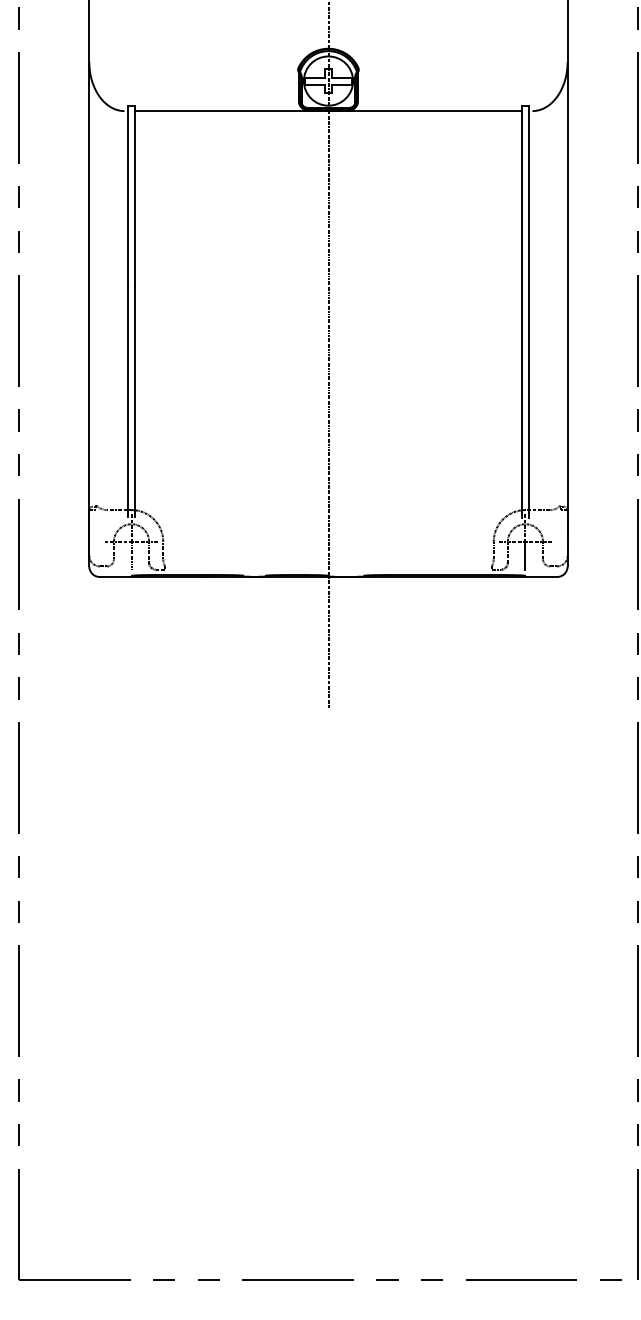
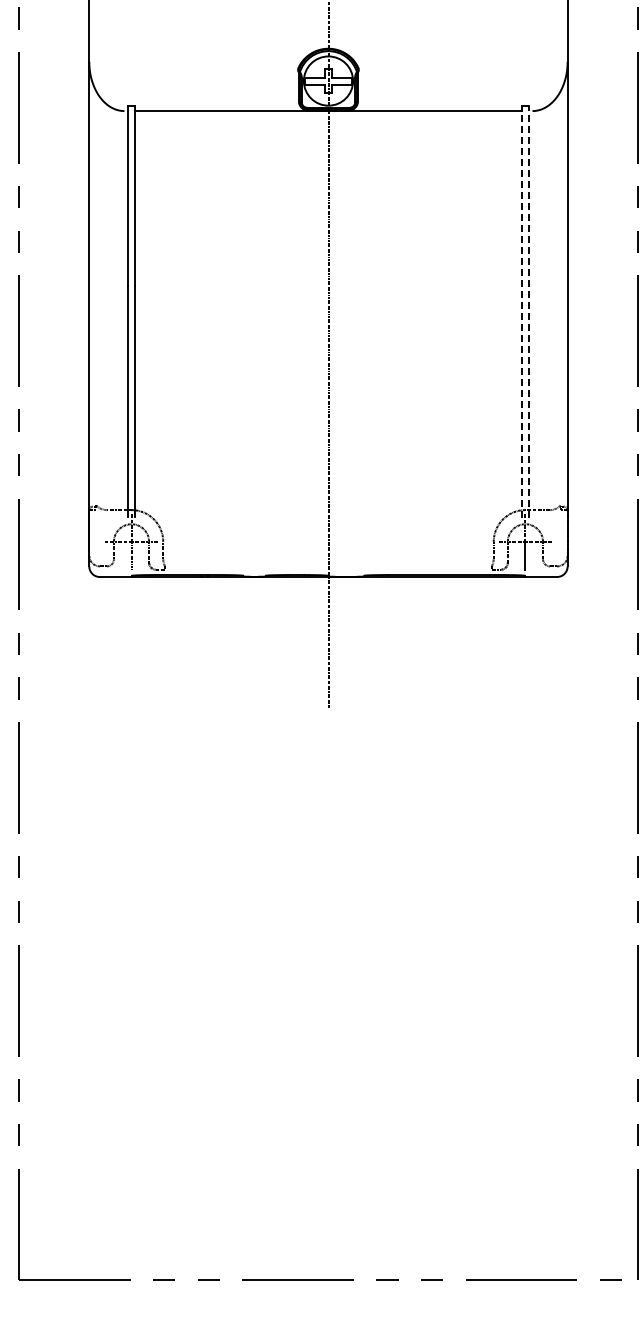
line at (521, 311): solid -> dashed
line at (528, 311): solid -> dashed
